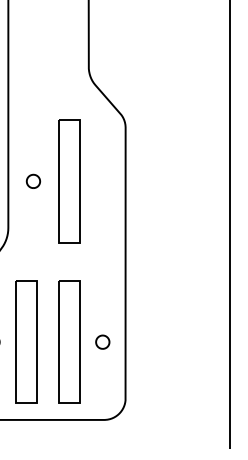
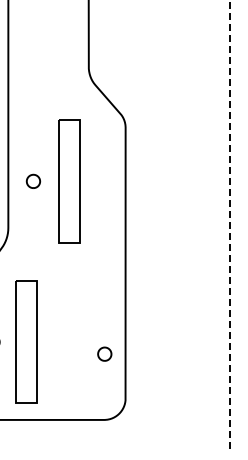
line at (229, 225): solid -> dashed
part at (69, 341): present -> none
part at (102, 341) position: (102, 341) -> (104, 353)
